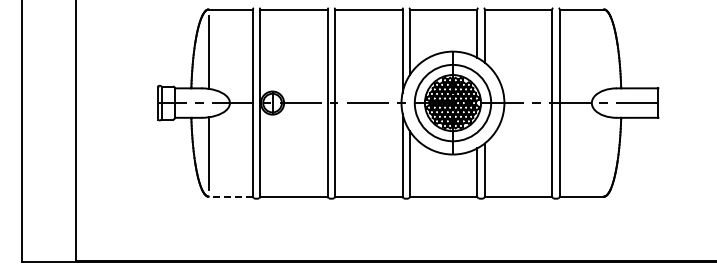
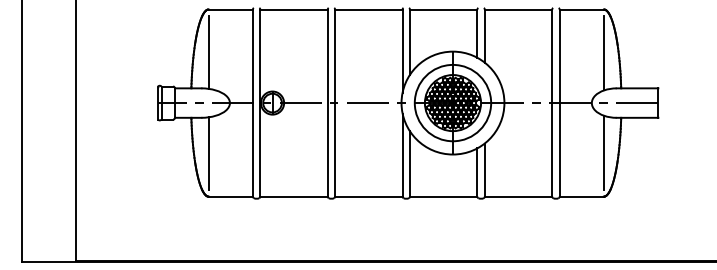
line at (603, 53): none -> present
line at (603, 152): none -> present
line at (230, 196): dashed -> solid
